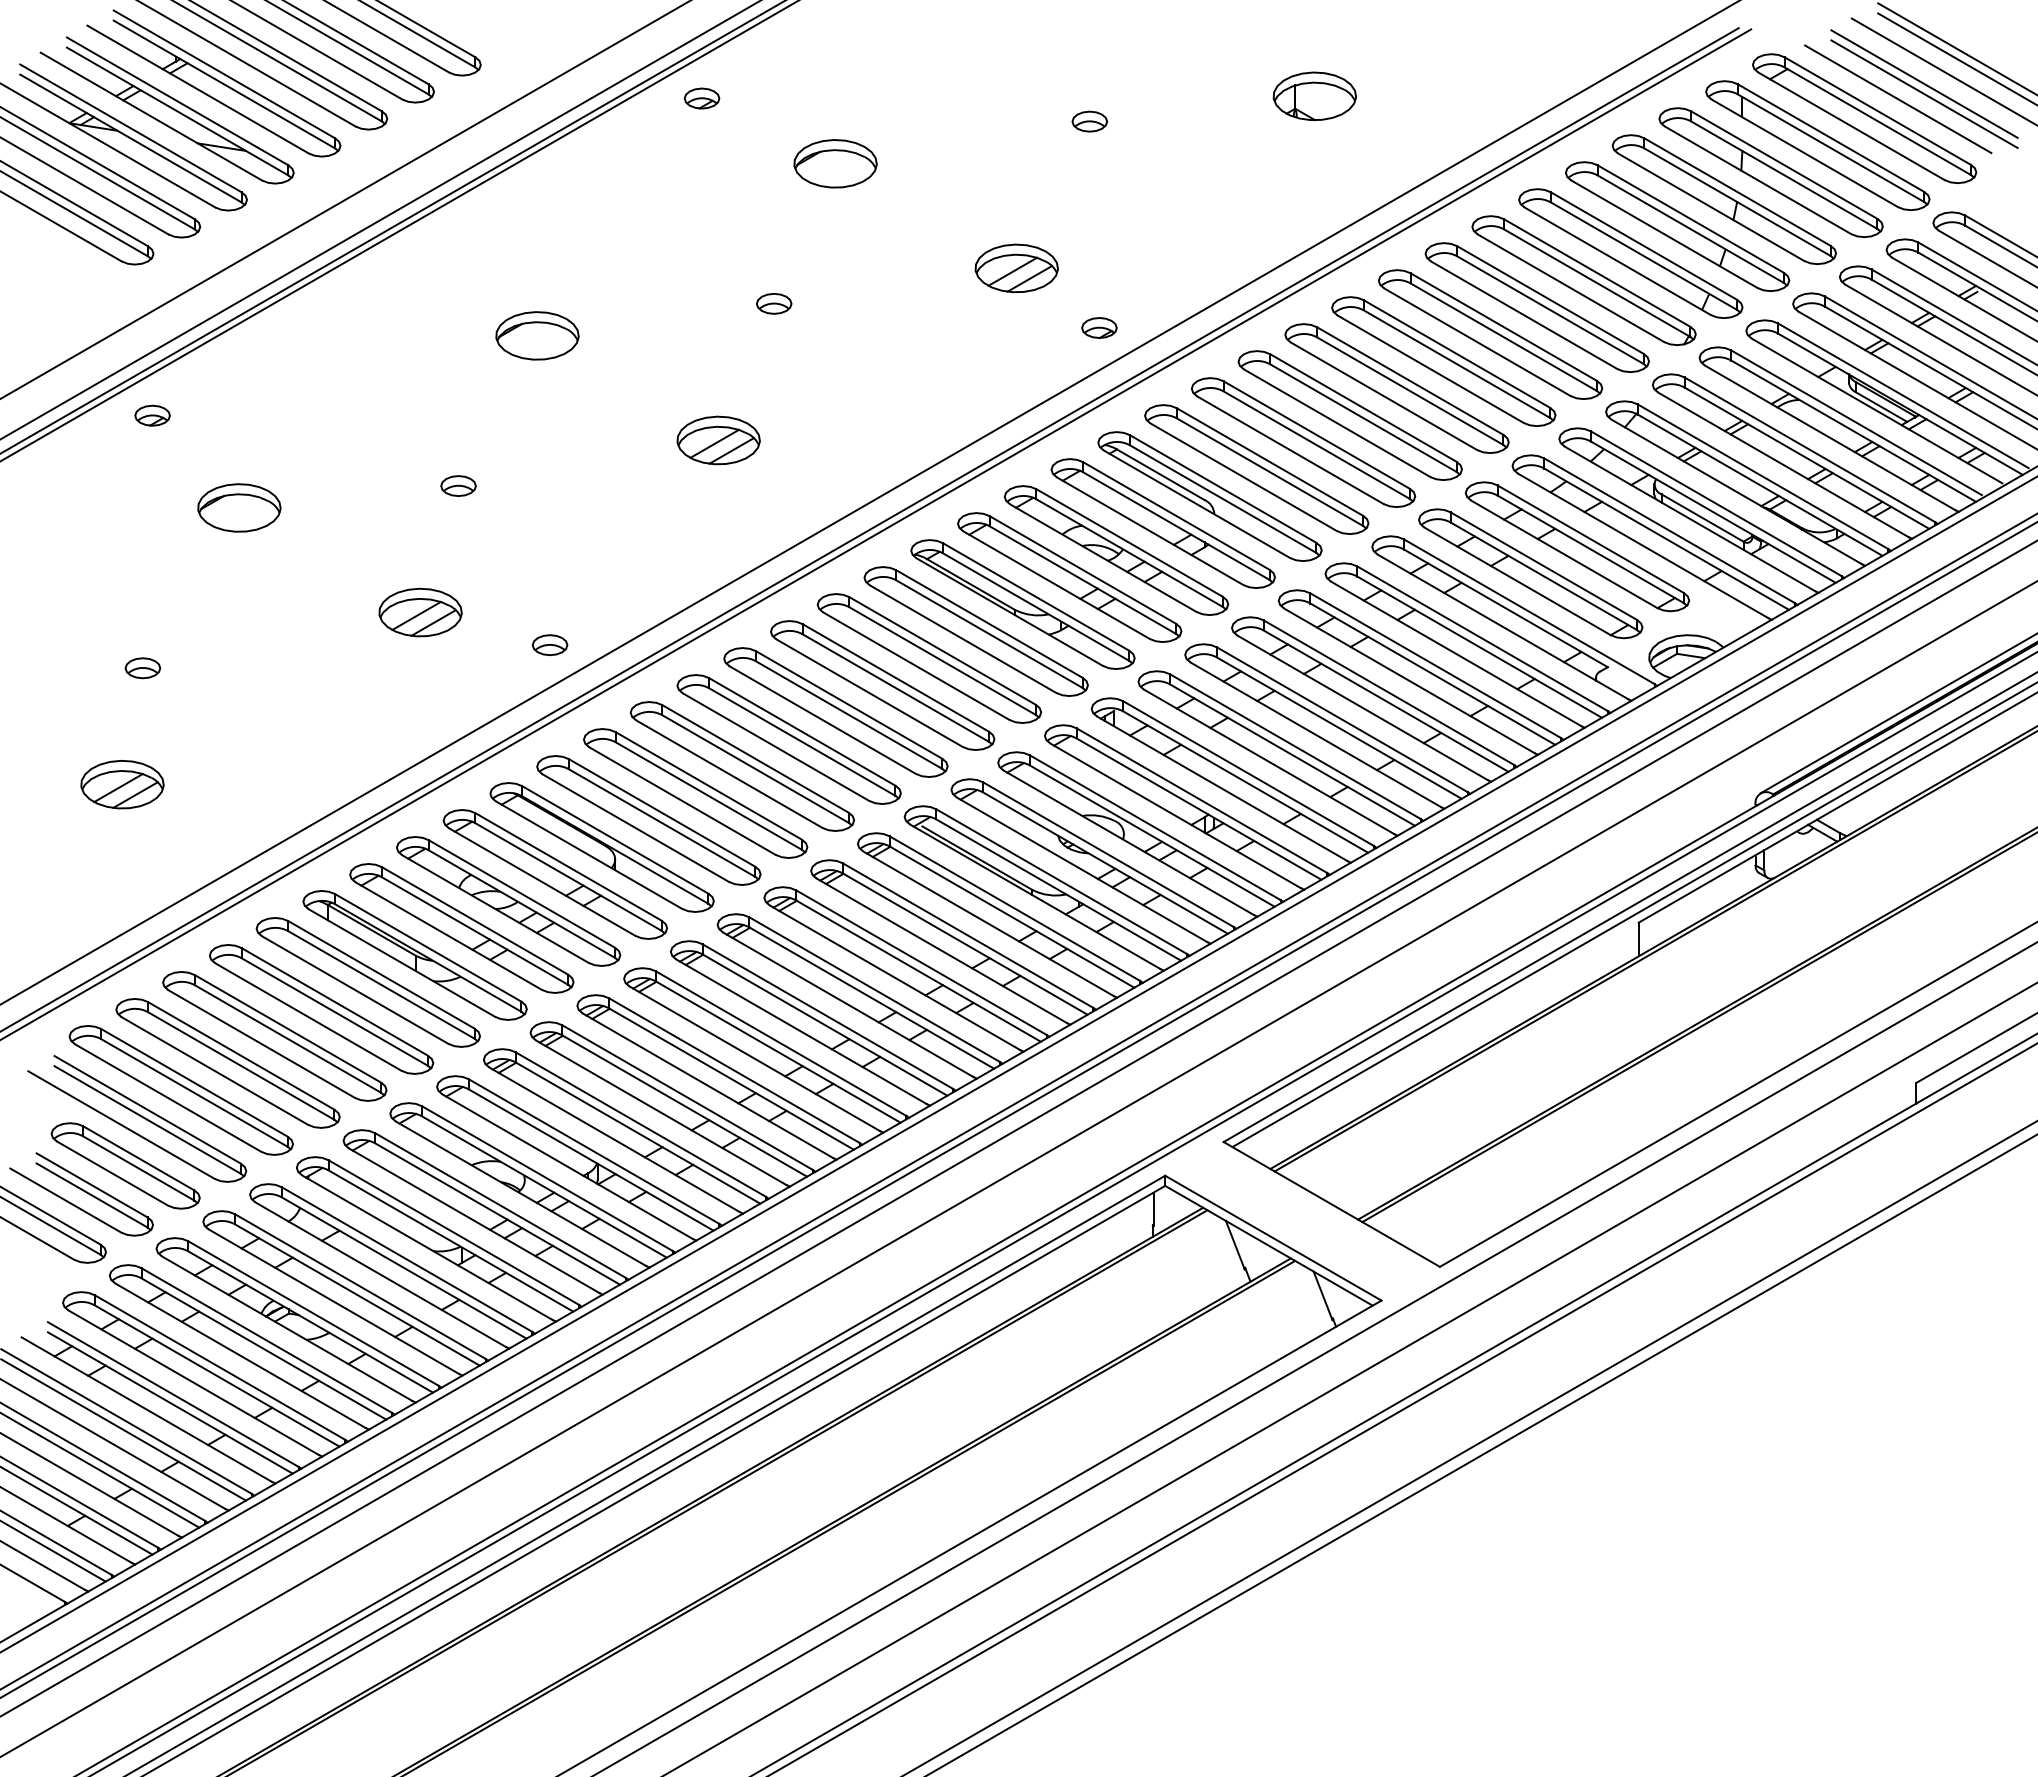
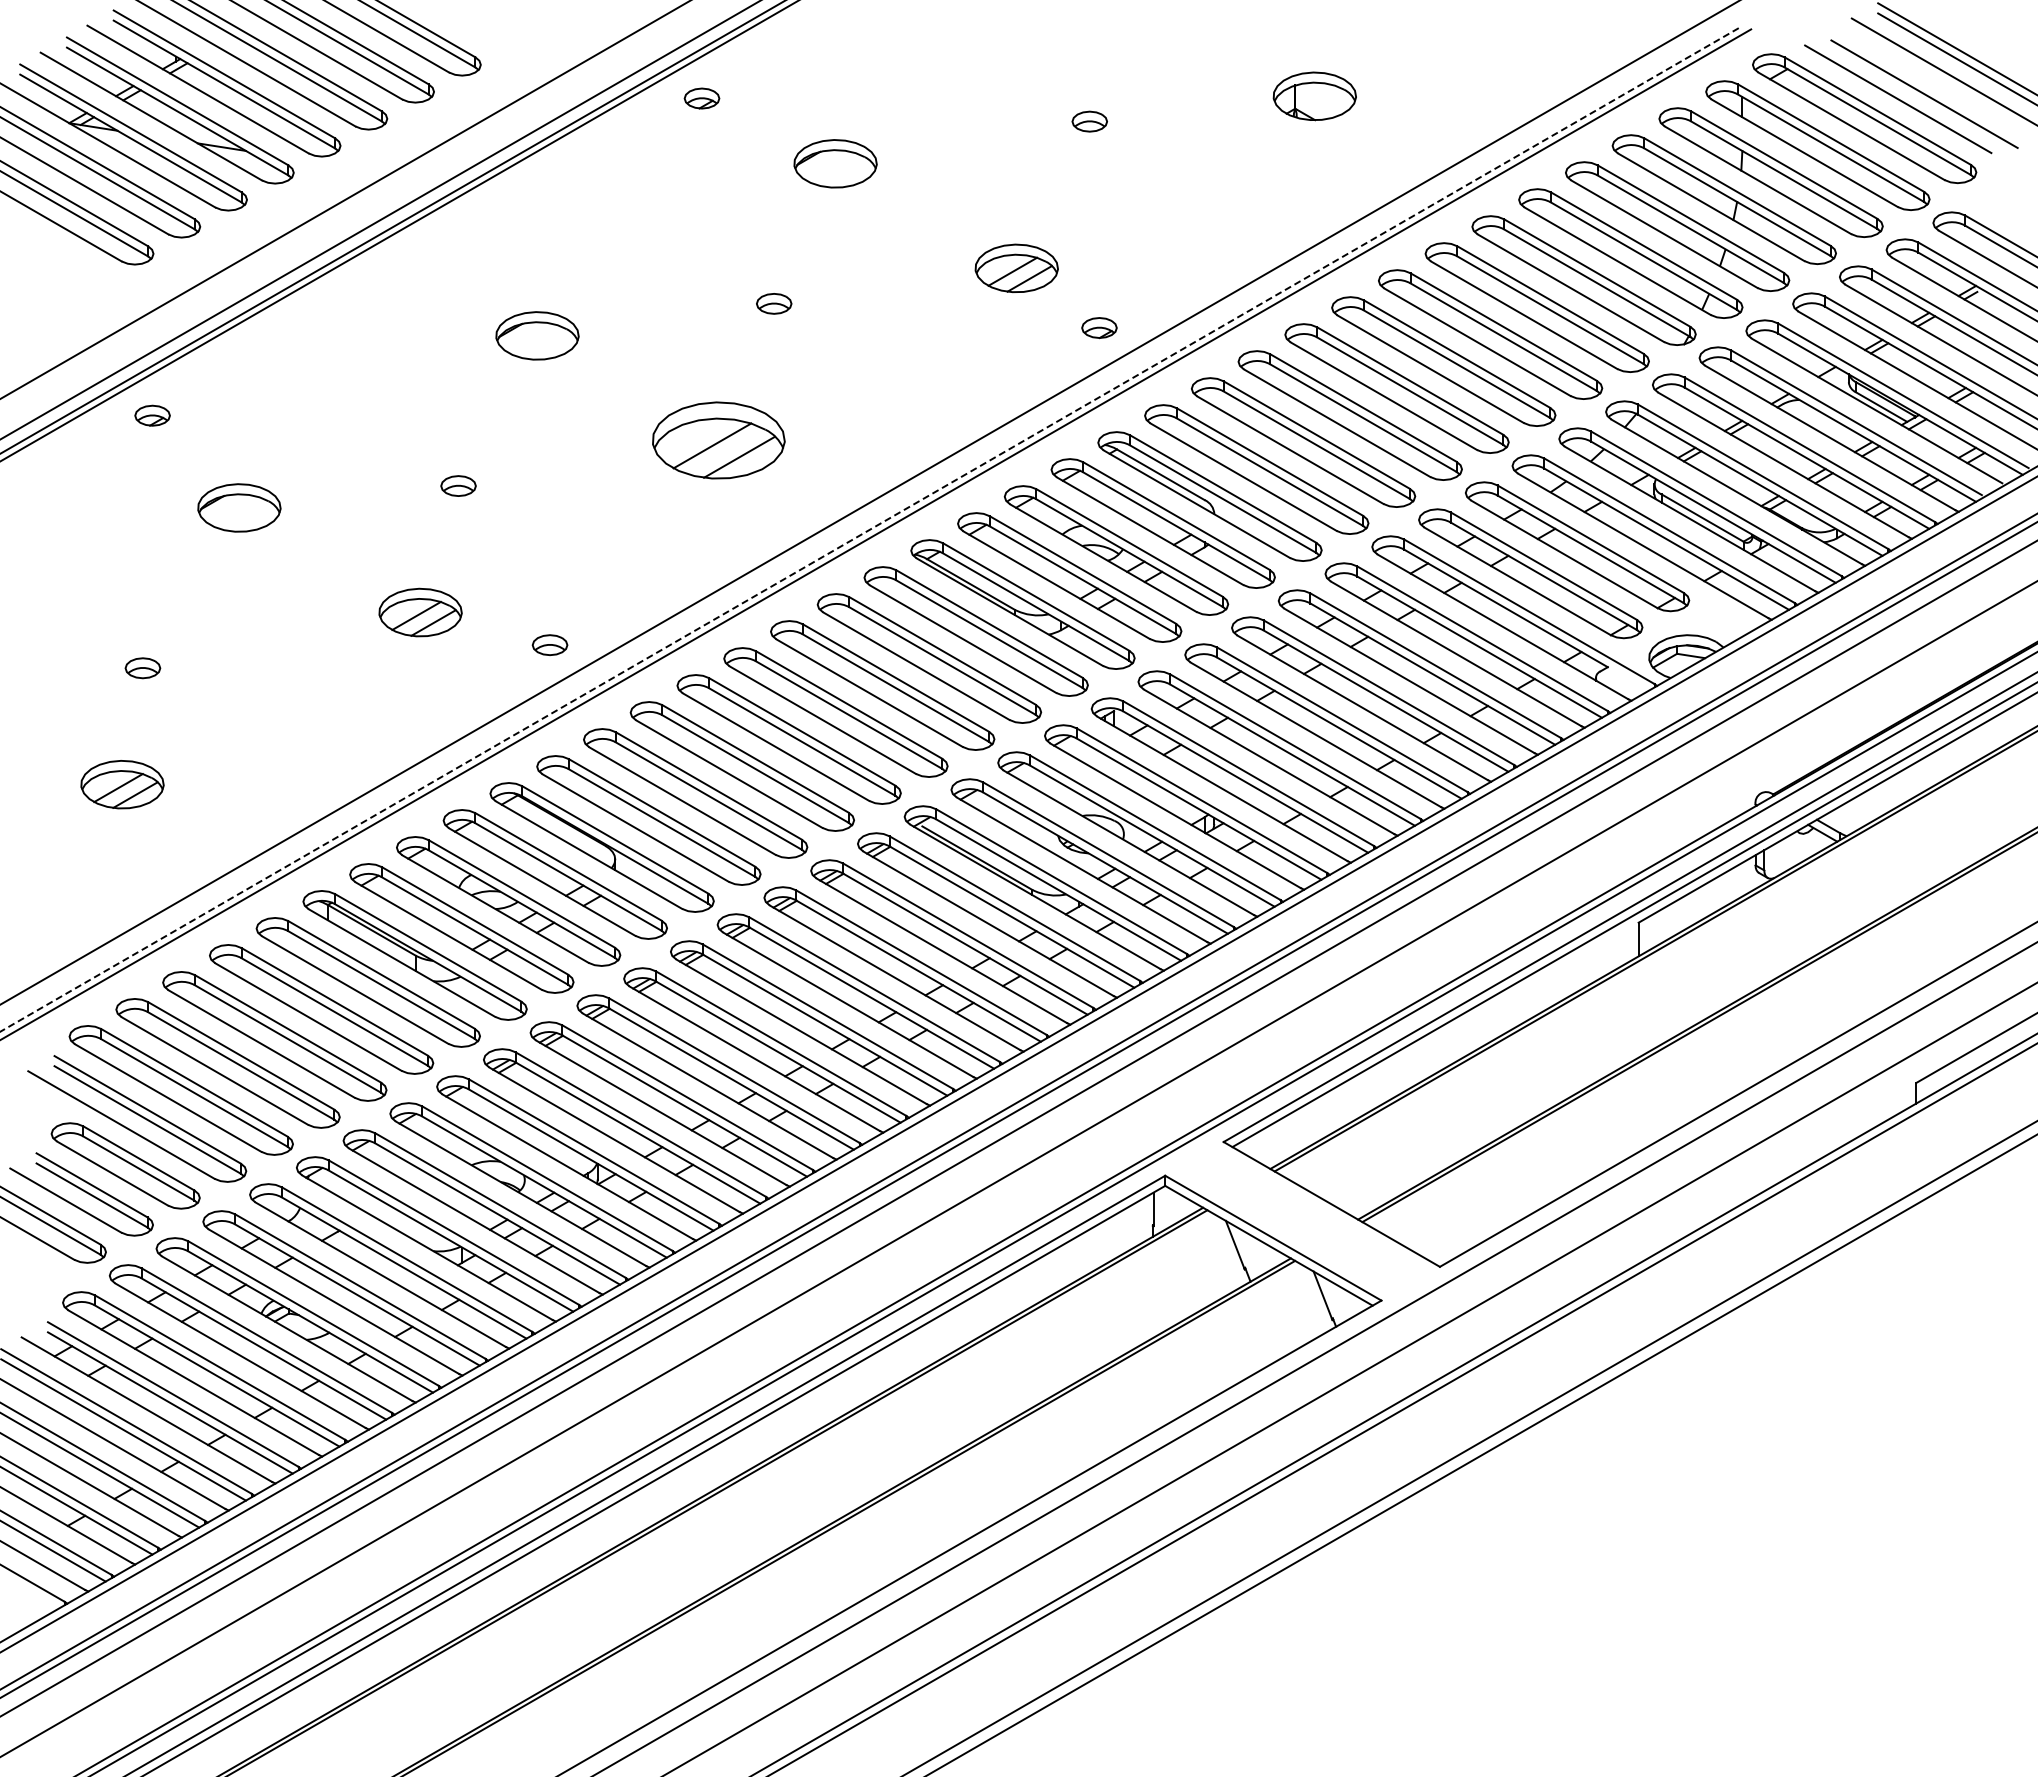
line at (1924, 83): present -> none
part at (718, 440) size: 85x51 px -> 134x79 px
line at (869, 530): solid -> dashed
line at (1897, 714): present -> none
